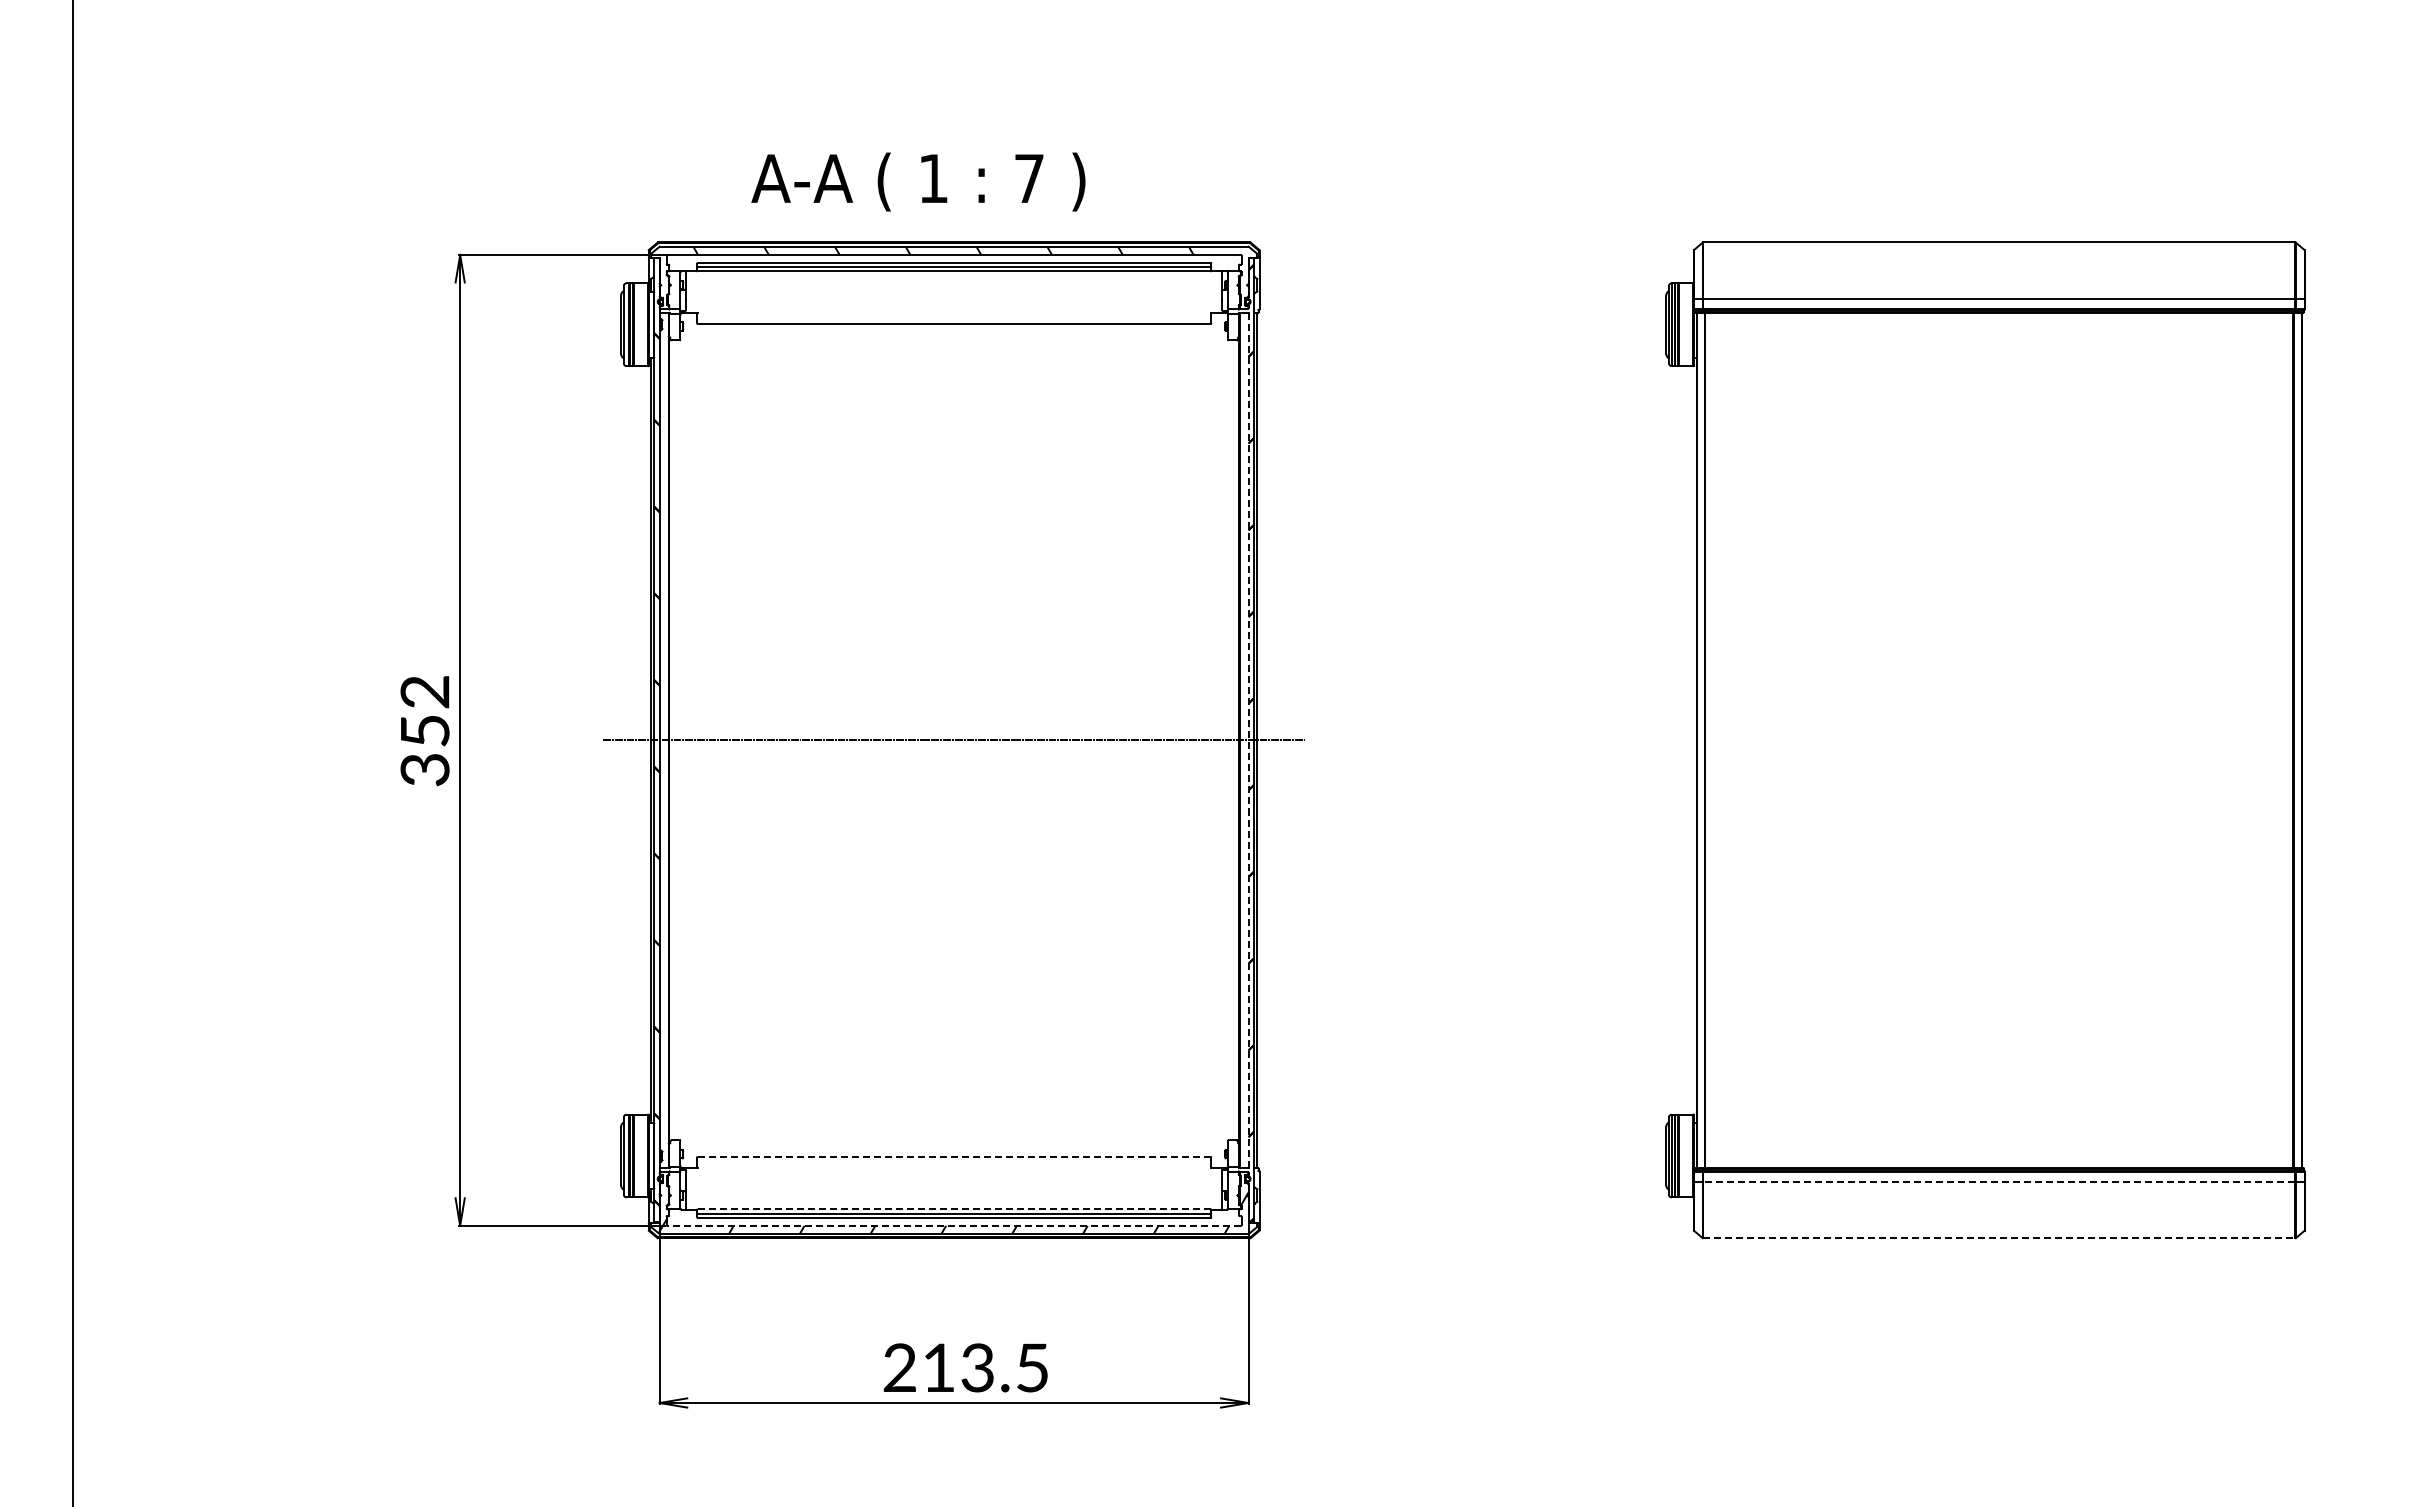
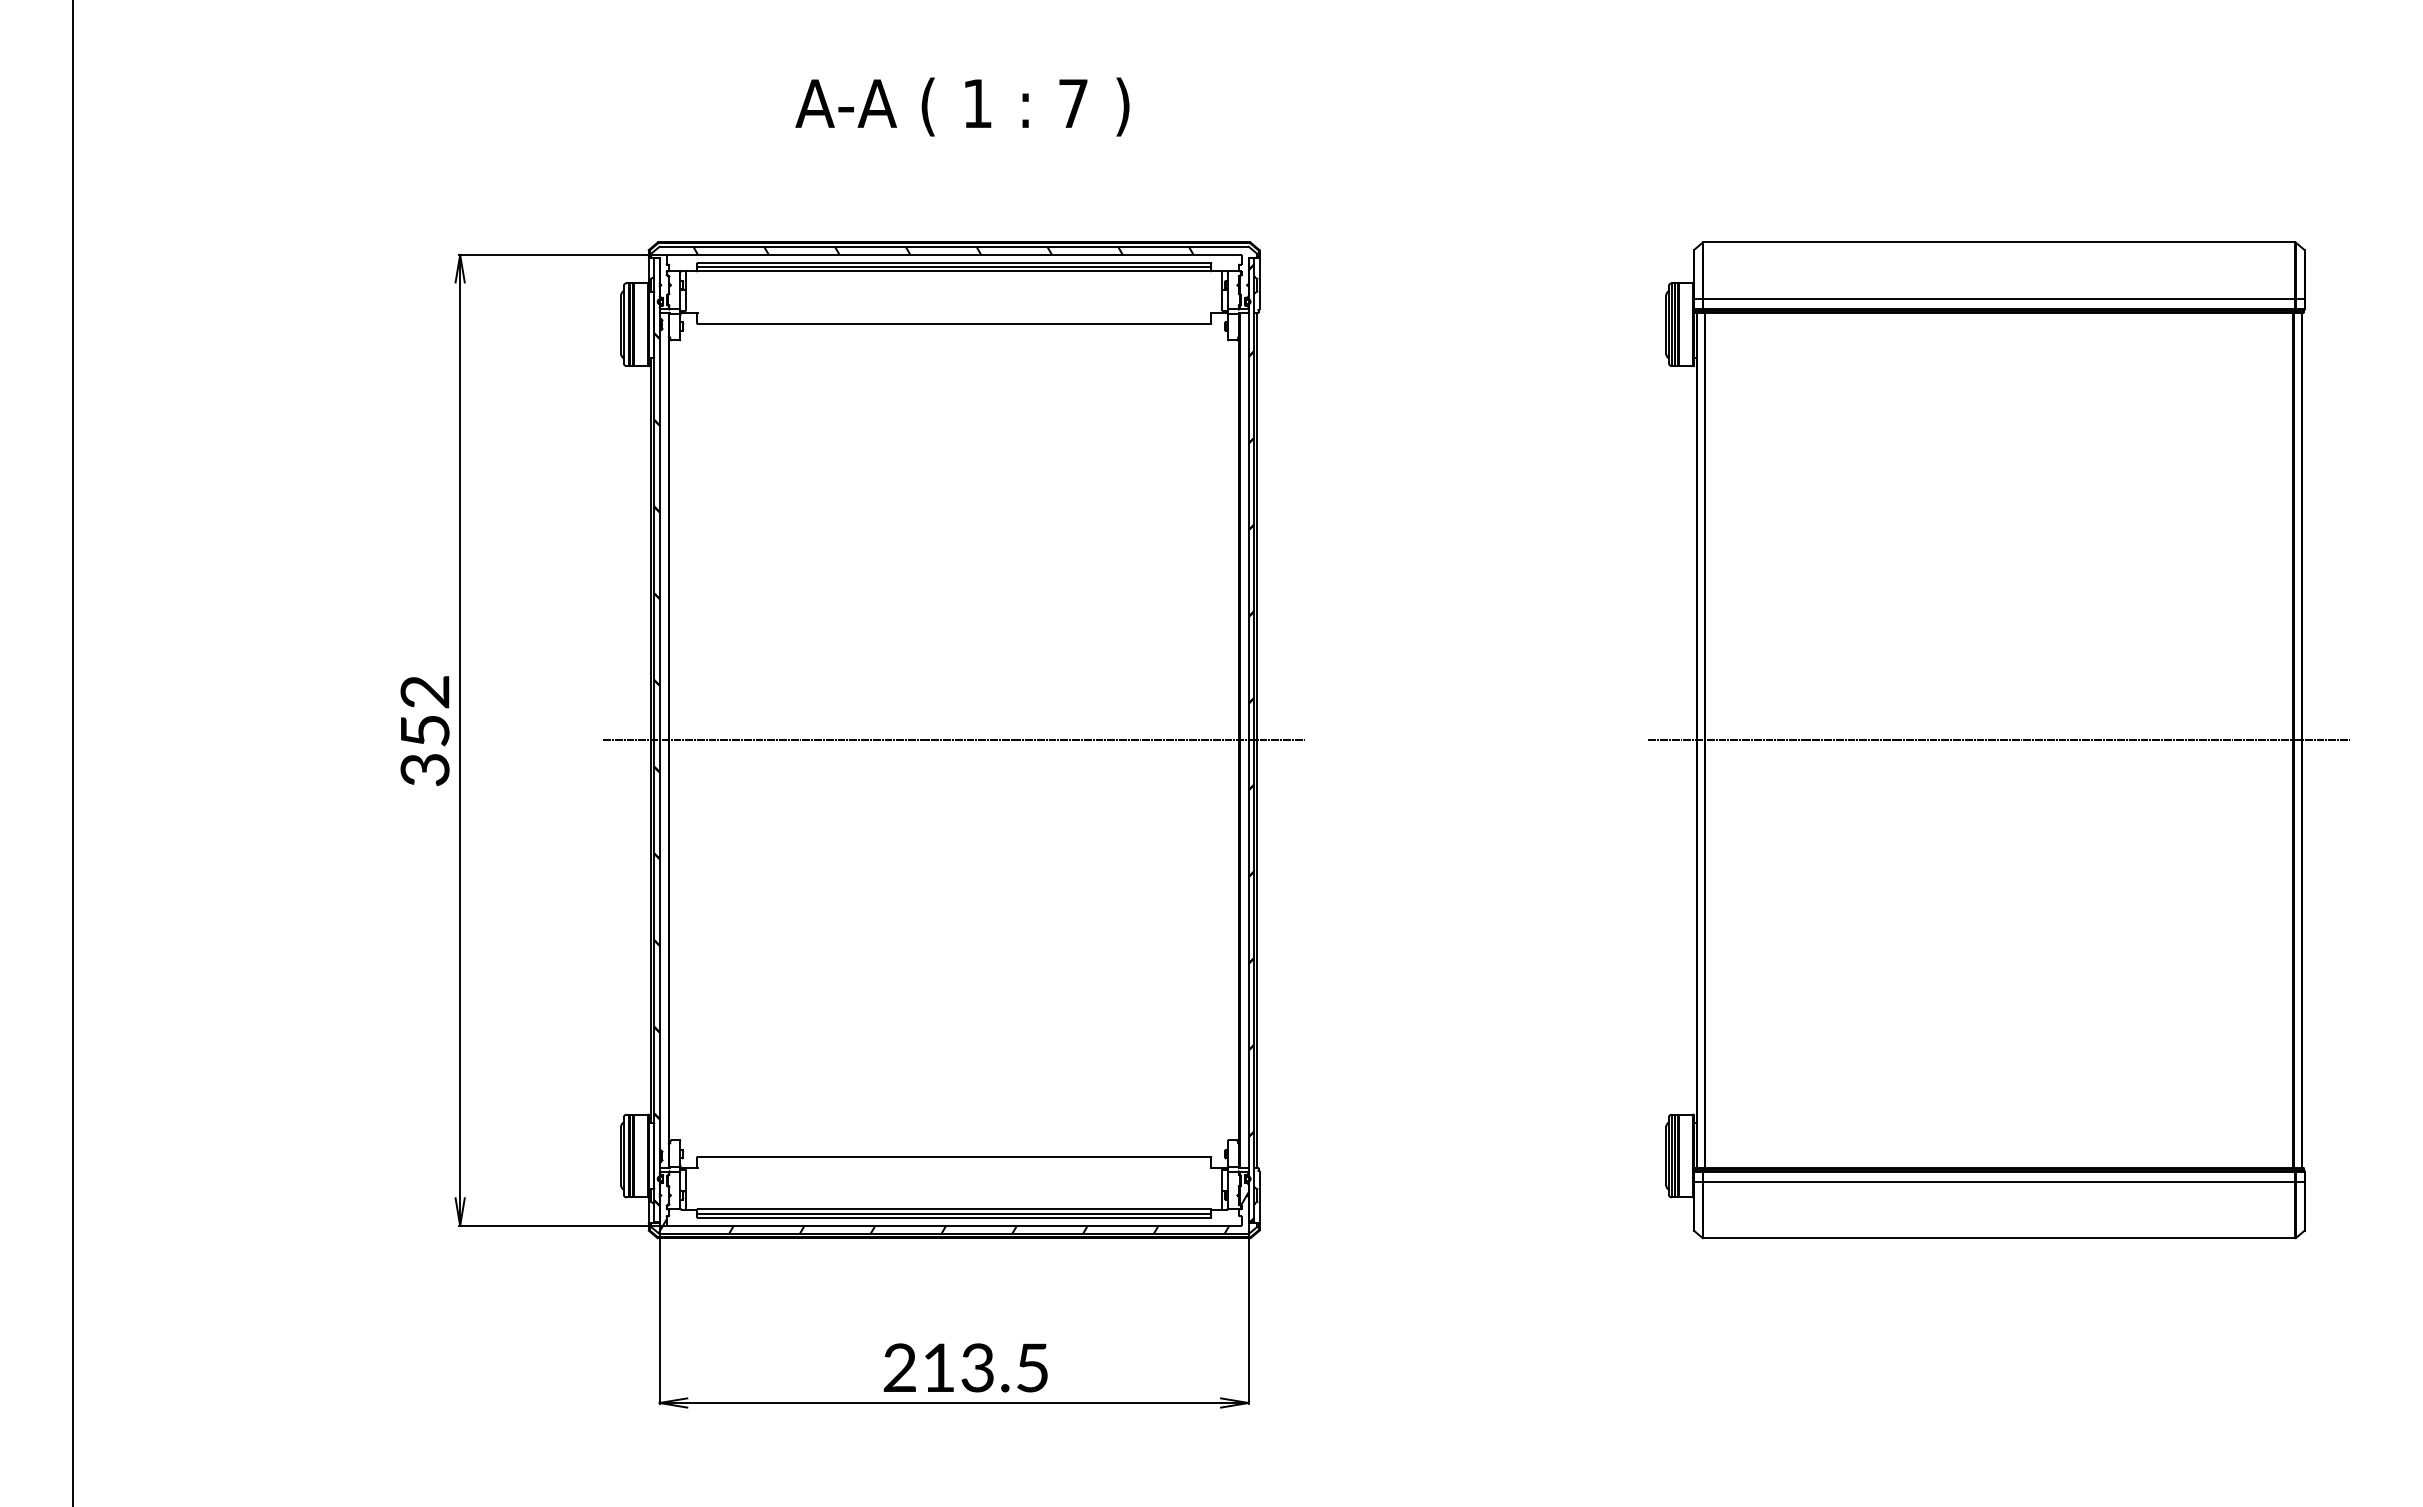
text at (918, 181) position: (918, 181) -> (962, 106)
line at (1248, 740): dashed -> solid
line at (1999, 740): none -> present
line at (953, 1156): dashed -> solid
line at (1998, 1181): dashed -> solid
line at (953, 1209): dashed -> solid
line at (954, 1225): dashed -> solid
line at (1999, 1238): dashed -> solid
